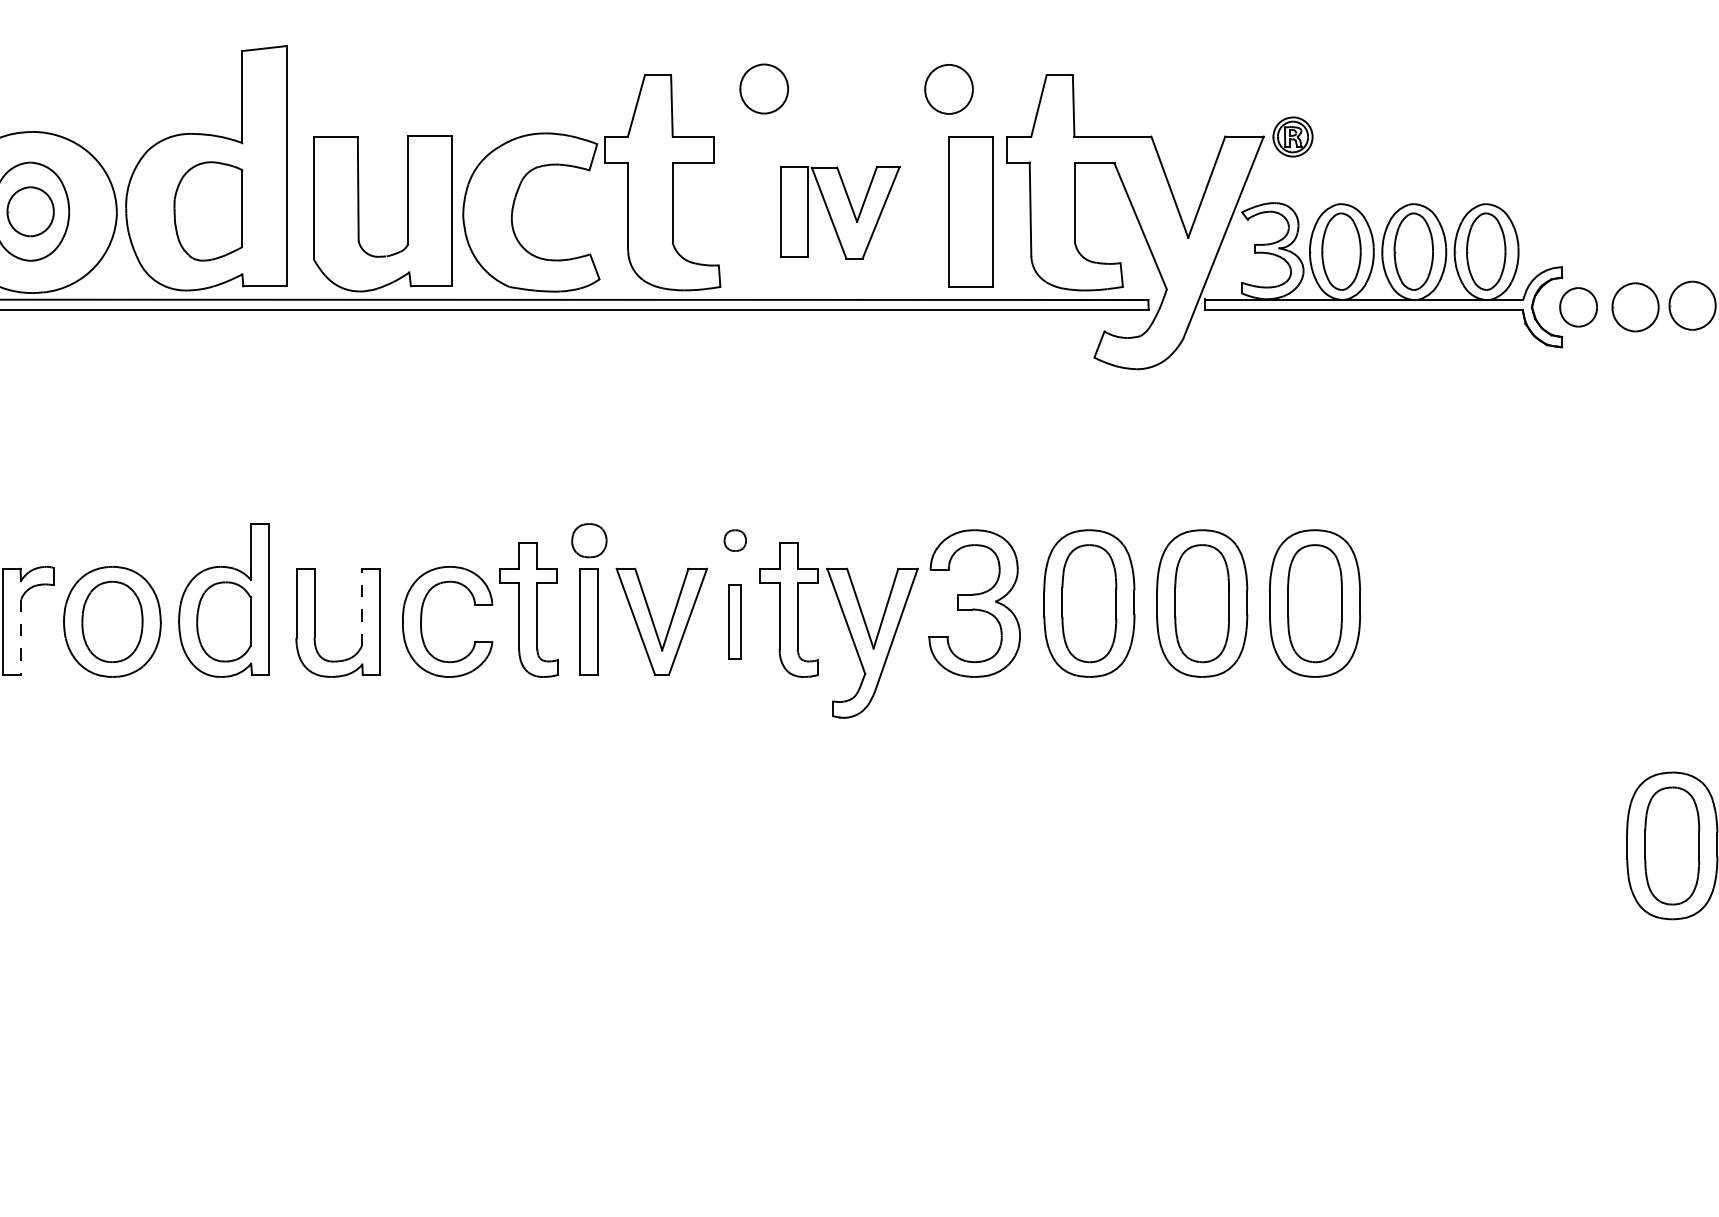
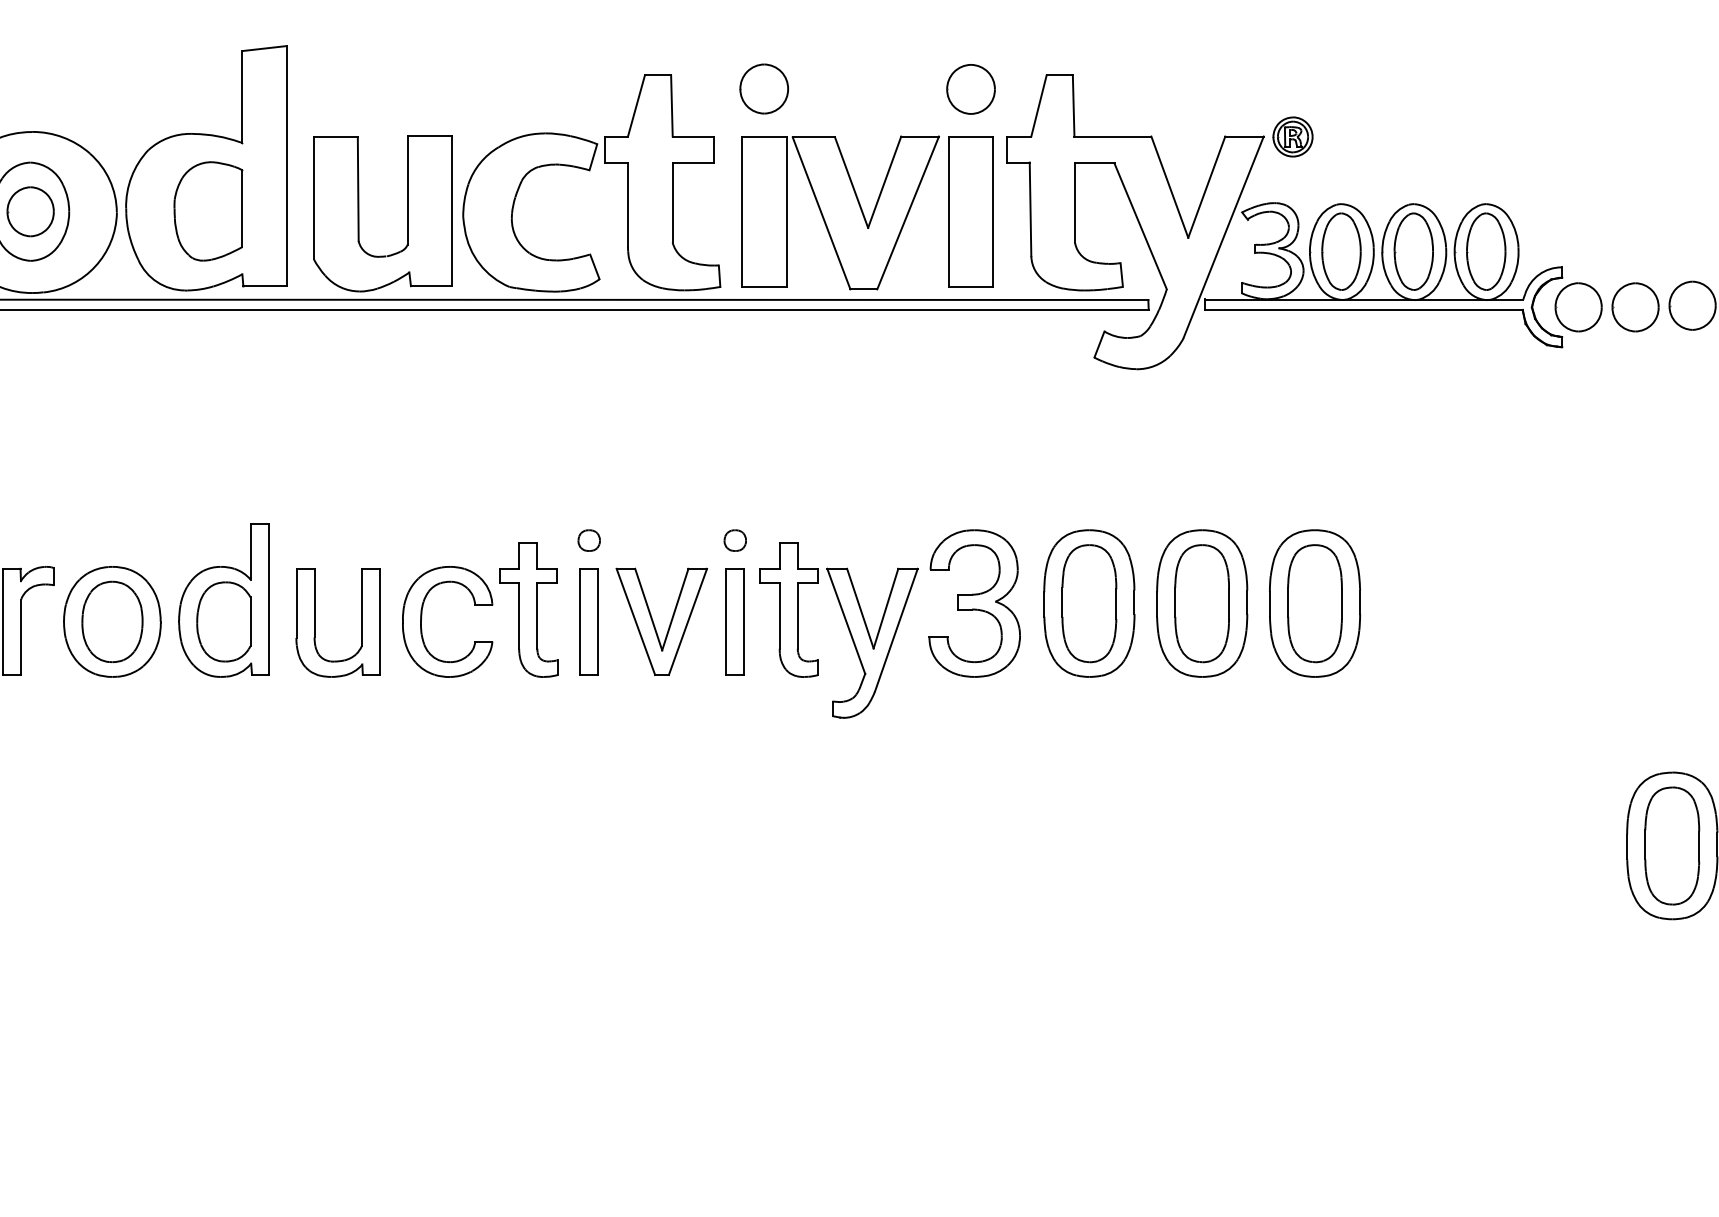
part at (948, 89) position: (948, 89) -> (970, 89)
part at (840, 212) size: 121x94 px -> 199x156 px
part at (1578, 307) size: 39x41 px -> 49x51 px
part at (589, 540) size: 37x36 px -> 24x23 px
line at (361, 607): dashed -> solid
part at (734, 621) size: 14x76 px -> 20x108 px
line at (21, 637): dashed -> solid
